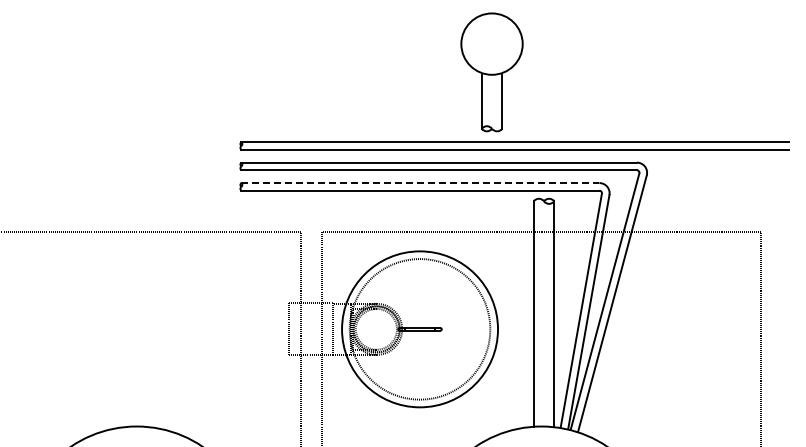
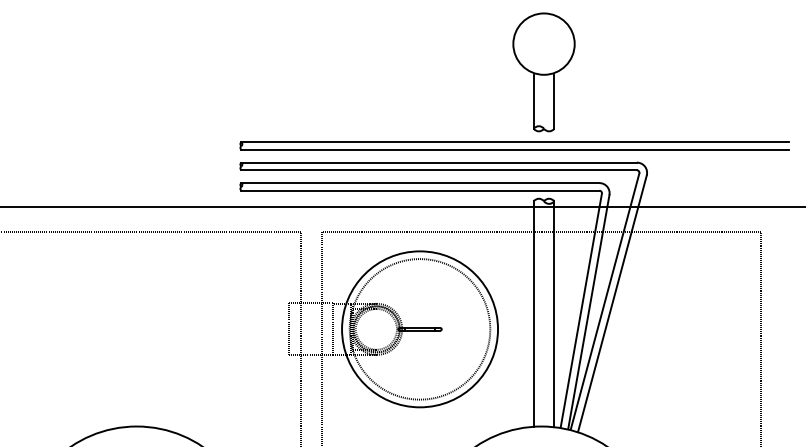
part at (491, 72) position: (491, 72) -> (543, 72)
line at (420, 183): dashed -> solid
line at (402, 206): none -> present
